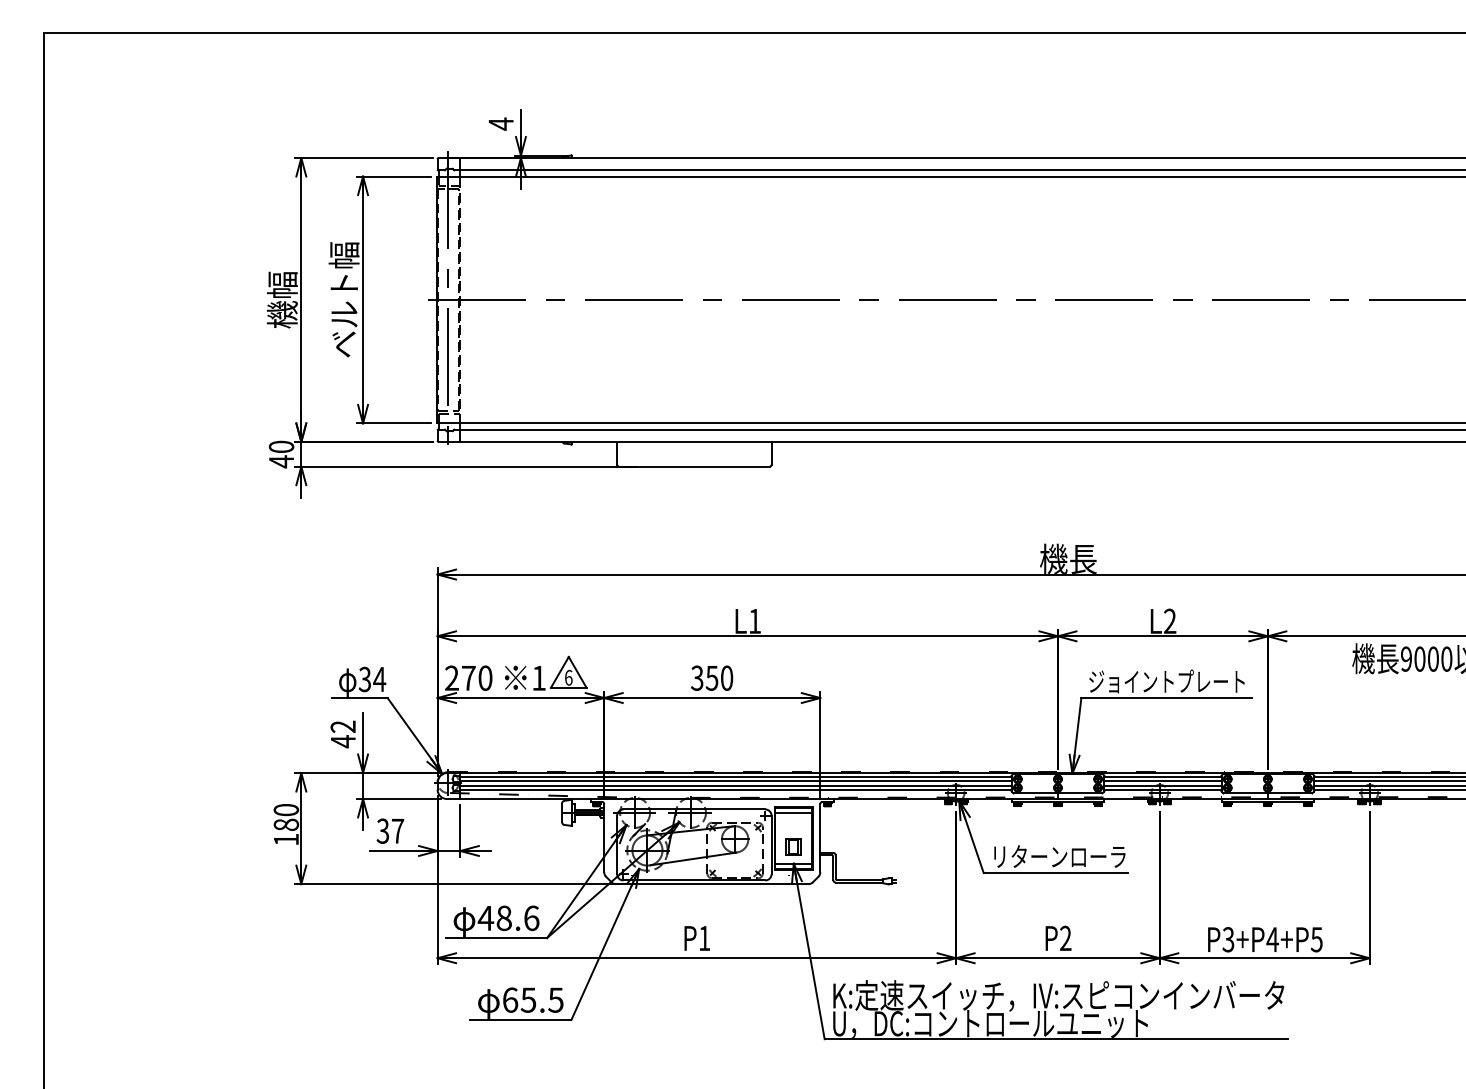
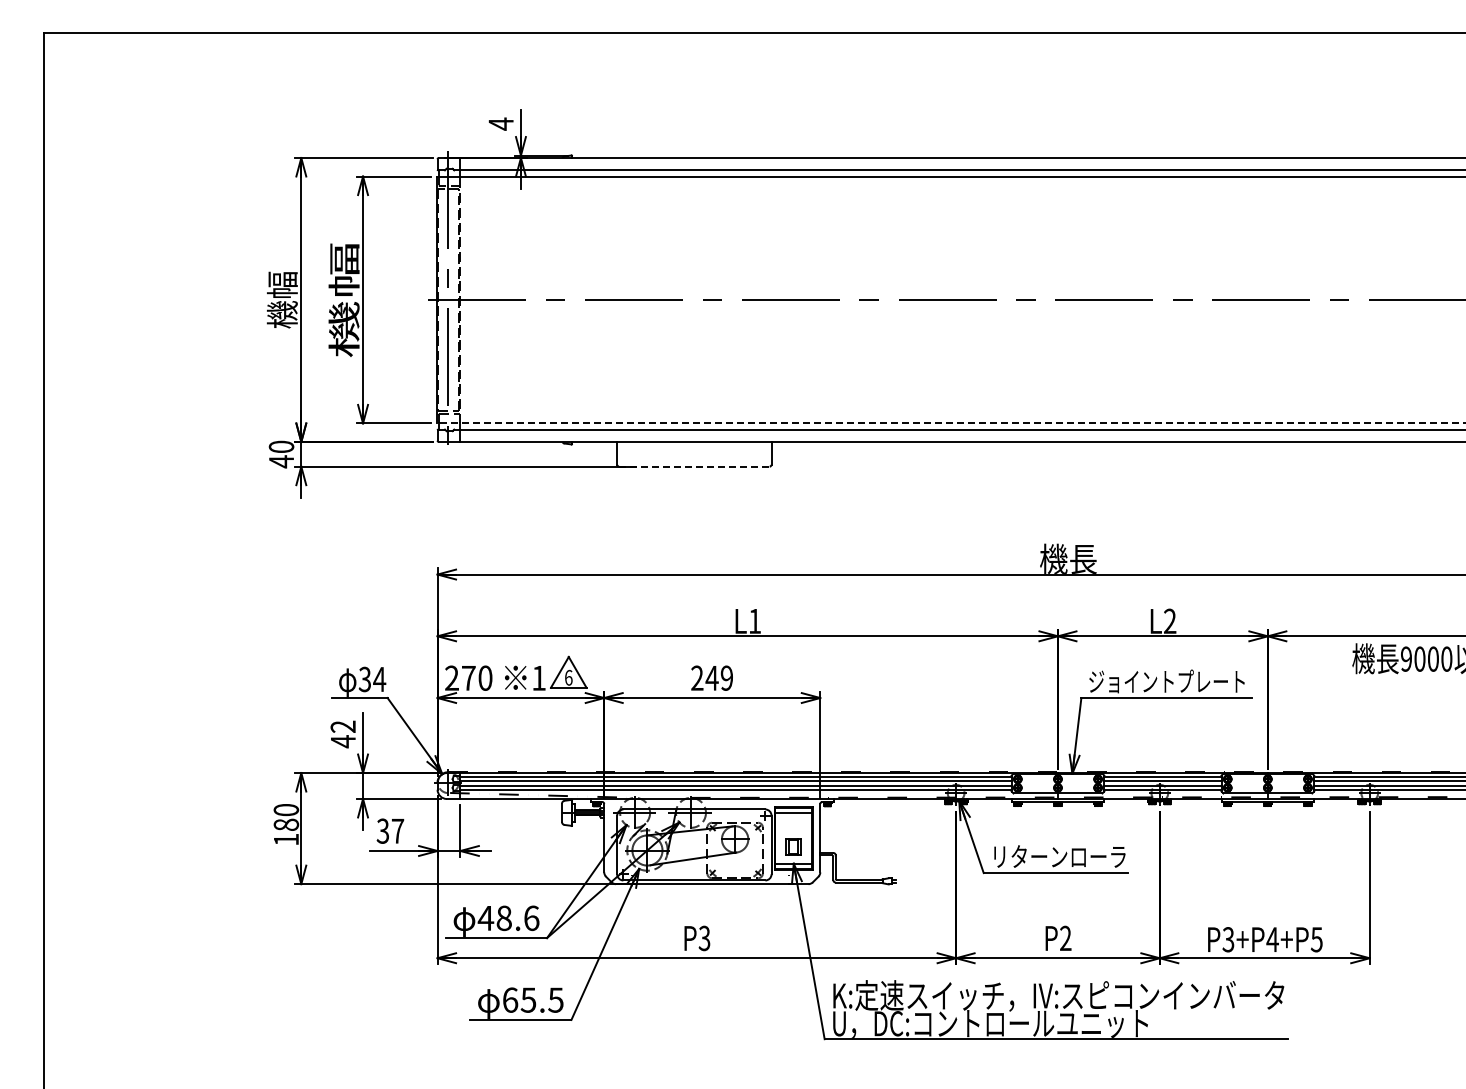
text at (343, 299): ベルト幅 -> 機幅
line at (950, 423): solid -> dashed
line at (694, 466): solid -> dashed
text at (712, 677): 350 -> 249
text at (704, 938): P1 -> P3
